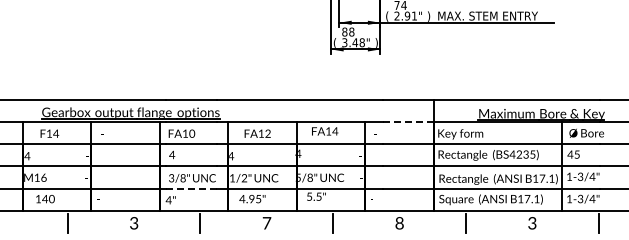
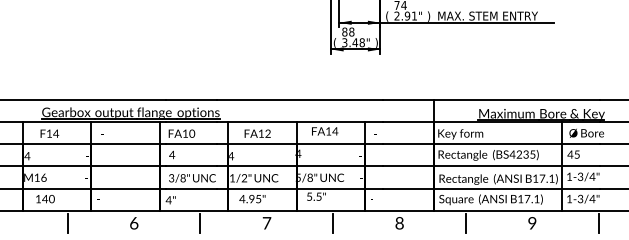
line at (408, 122): dashed -> solid
line at (192, 188): dashed -> solid
text at (134, 222): 3 -> 6
text at (532, 223): 3 -> 9
